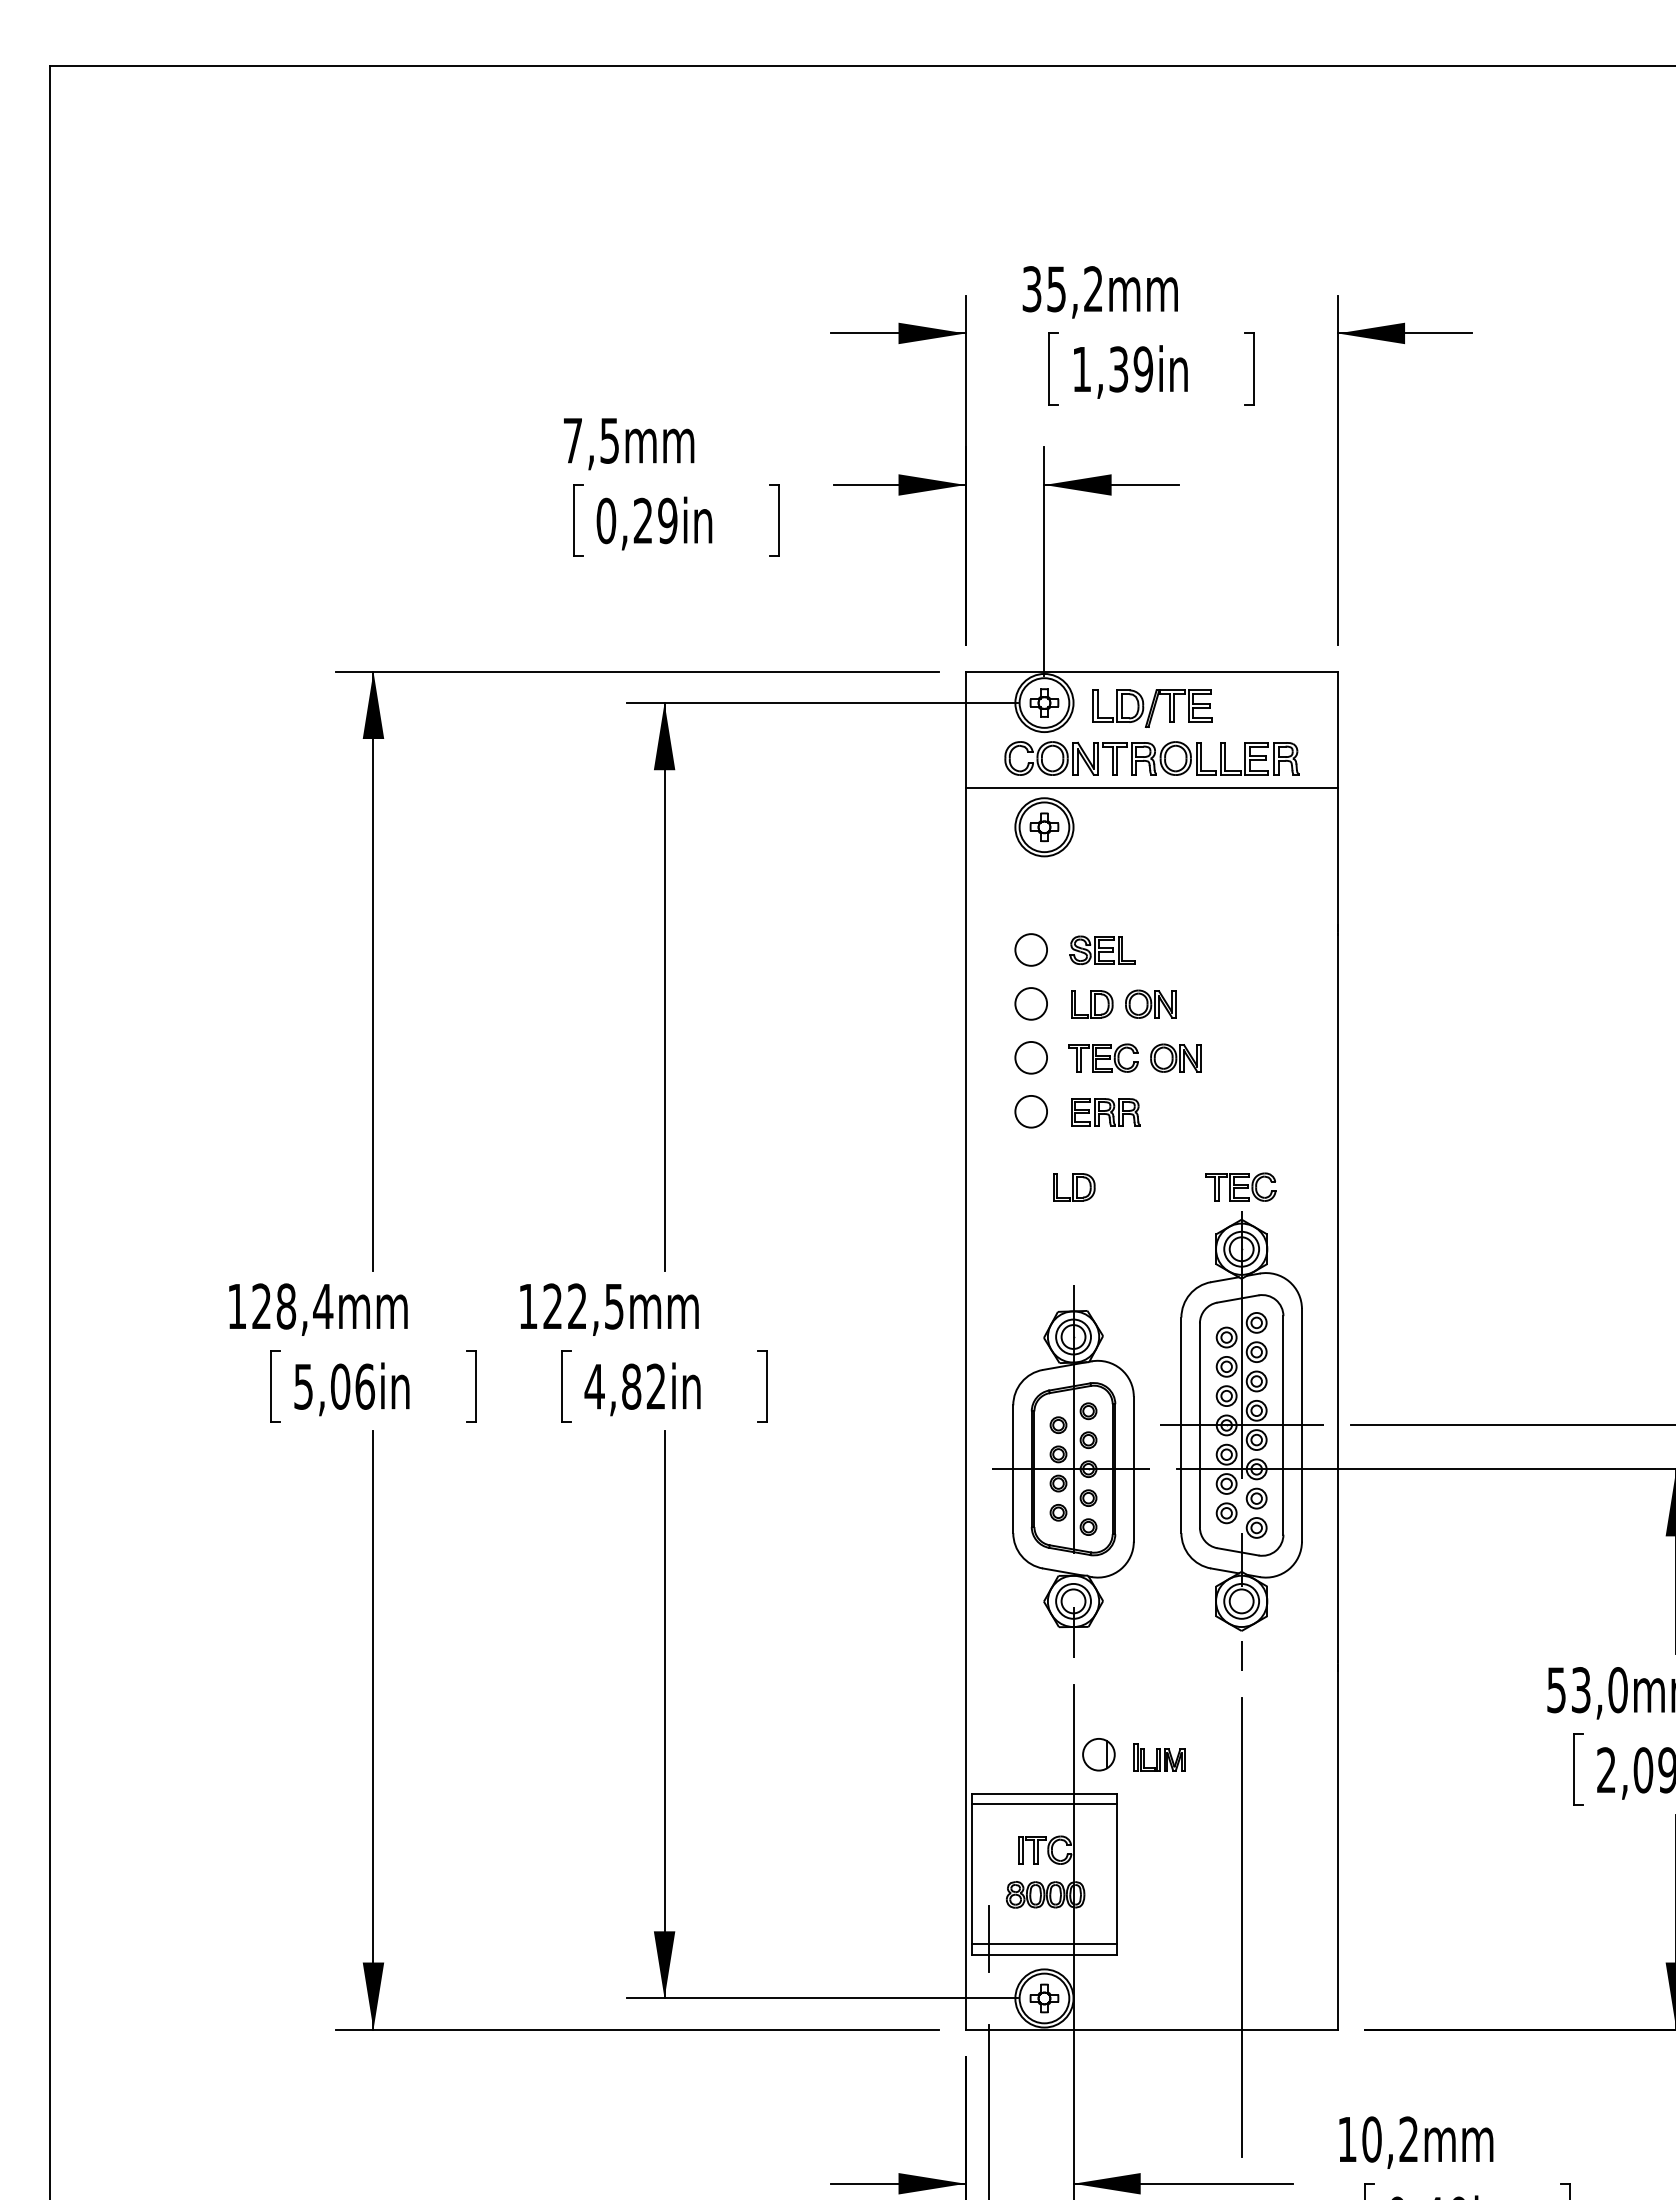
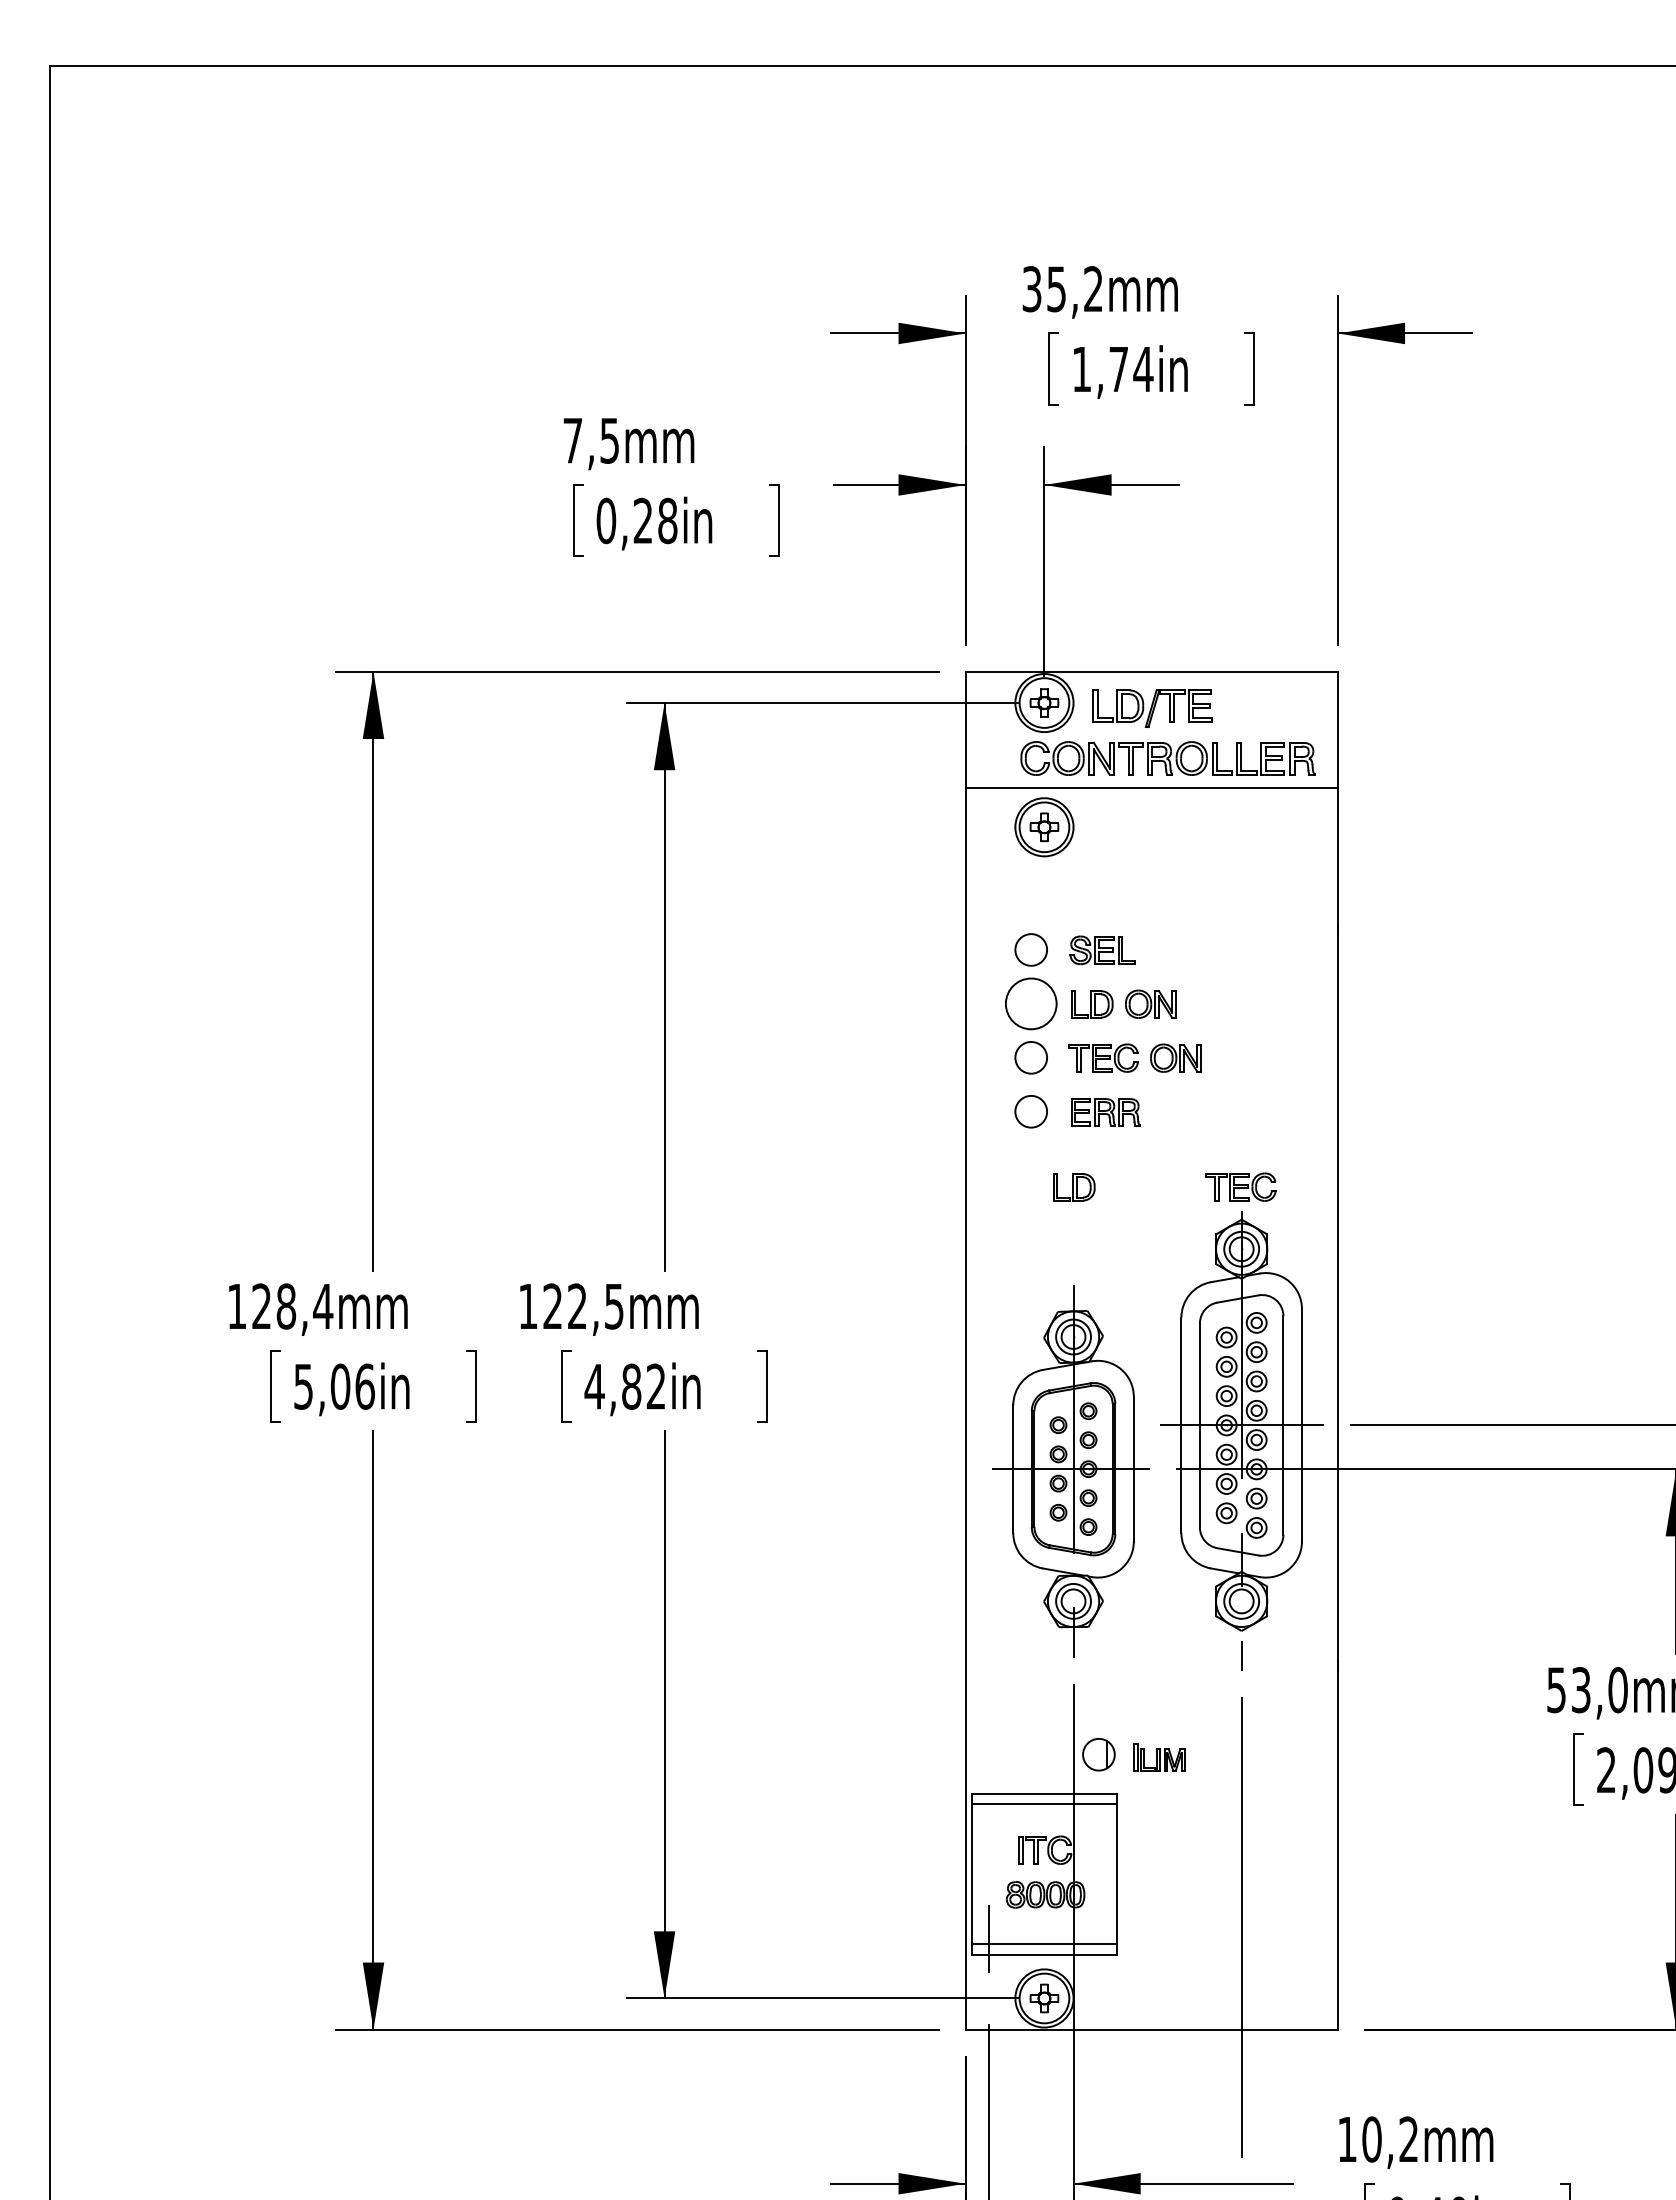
text at (1131, 369): 1,39in -> 1,74in
text at (667, 521): 0,29in -> 0,28in
part at (1151, 758) position: (1151, 758) -> (1167, 758)
circle at (1031, 1003) diameter: 32 px -> 51 px
